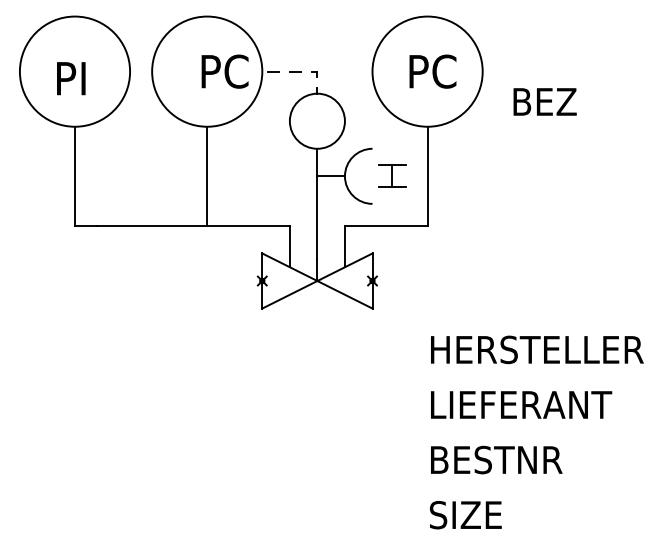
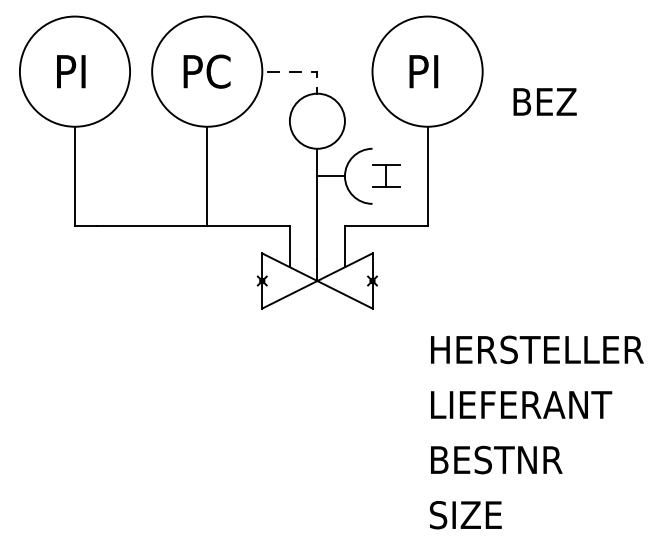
text at (224, 71) position: (224, 71) -> (206, 71)
text at (444, 71): PC -> PI
text at (71, 78) position: (71, 78) -> (71, 71)
part at (392, 175) position: (392, 175) -> (386, 175)
